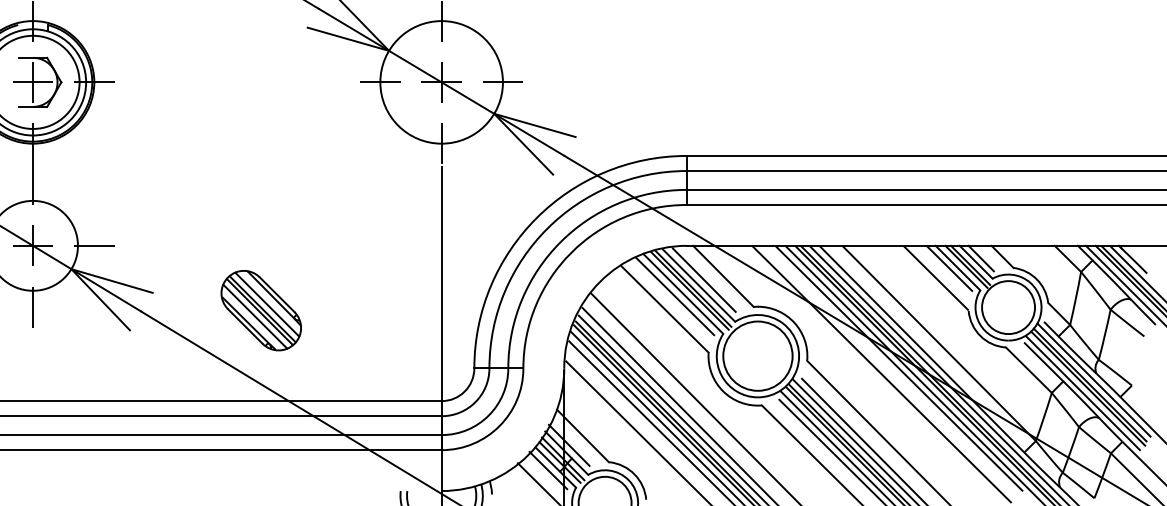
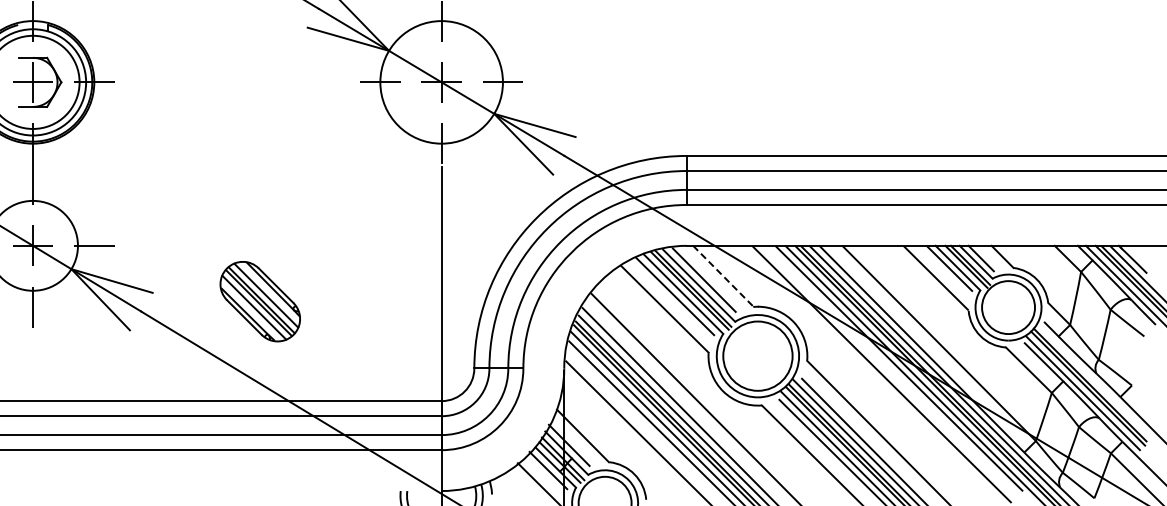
line at (723, 276): solid -> dashed
part at (260, 310) position: (260, 310) -> (259, 301)
line at (1093, 379): present -> none
